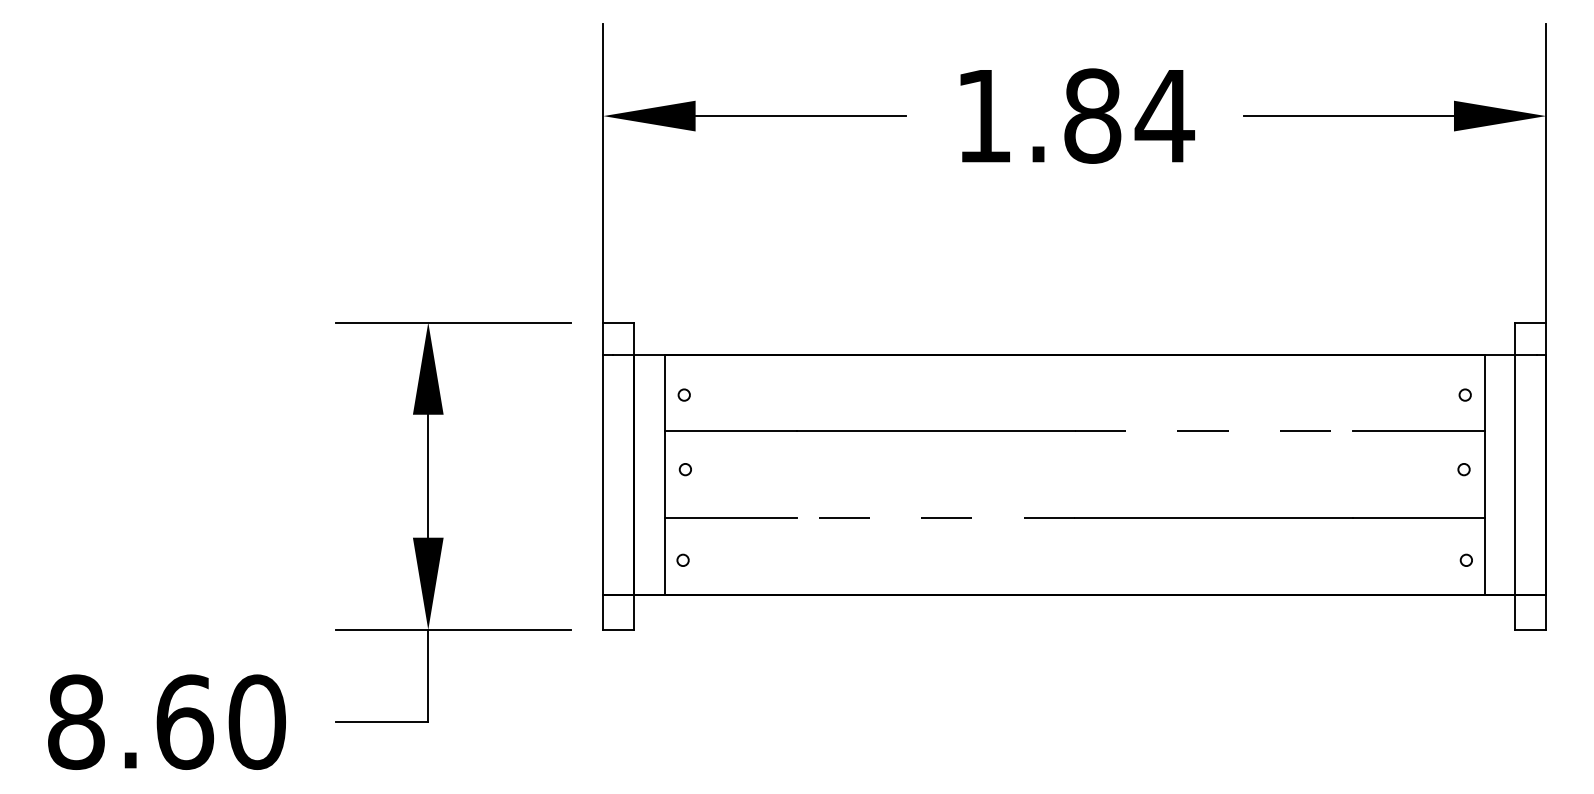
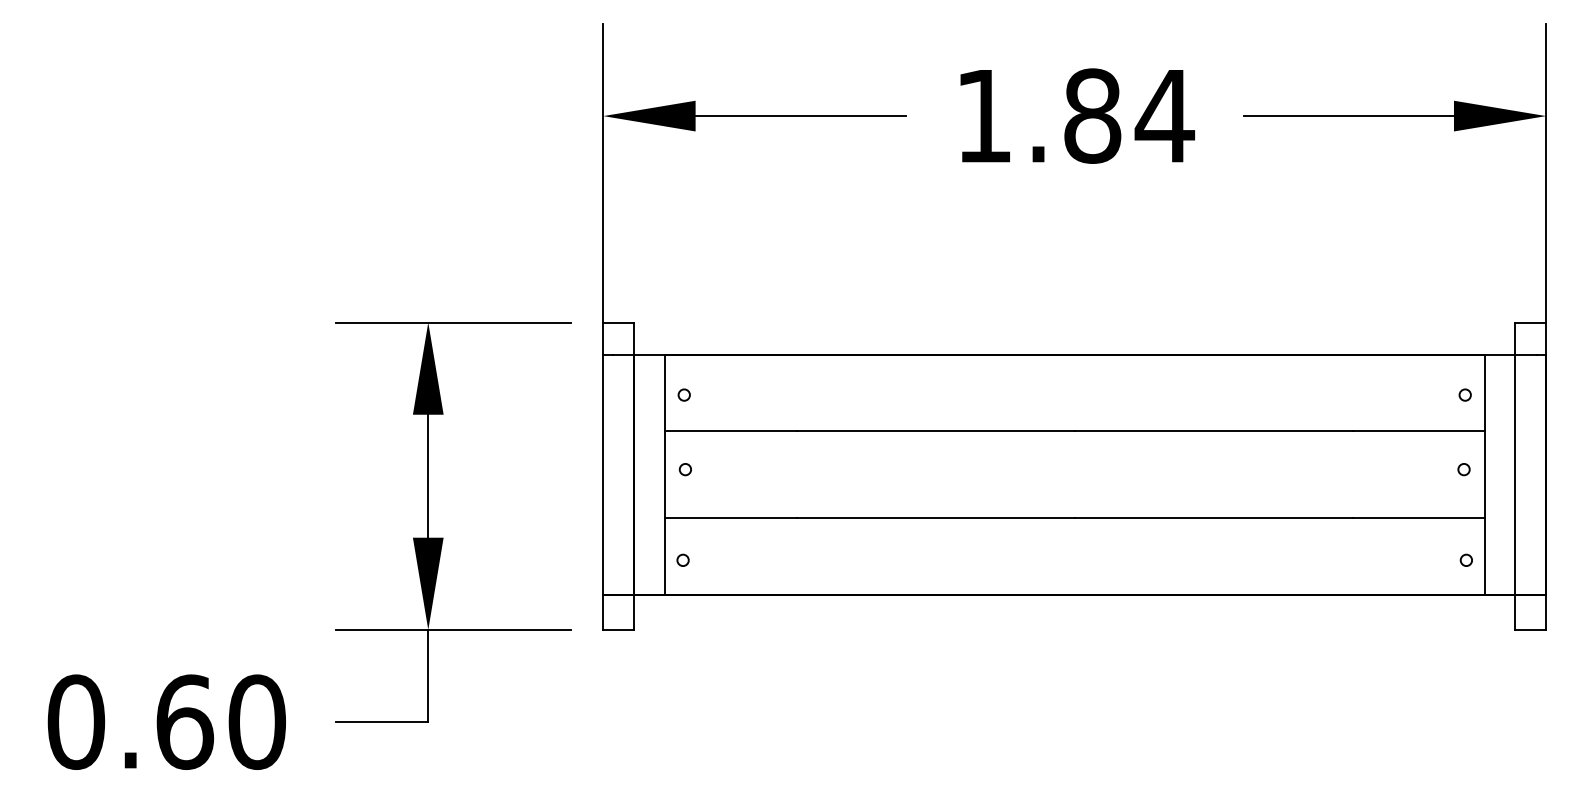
line at (1213, 431): dashed -> solid
line at (935, 518): dashed -> solid
text at (76, 721): 8.60 -> 0.60
